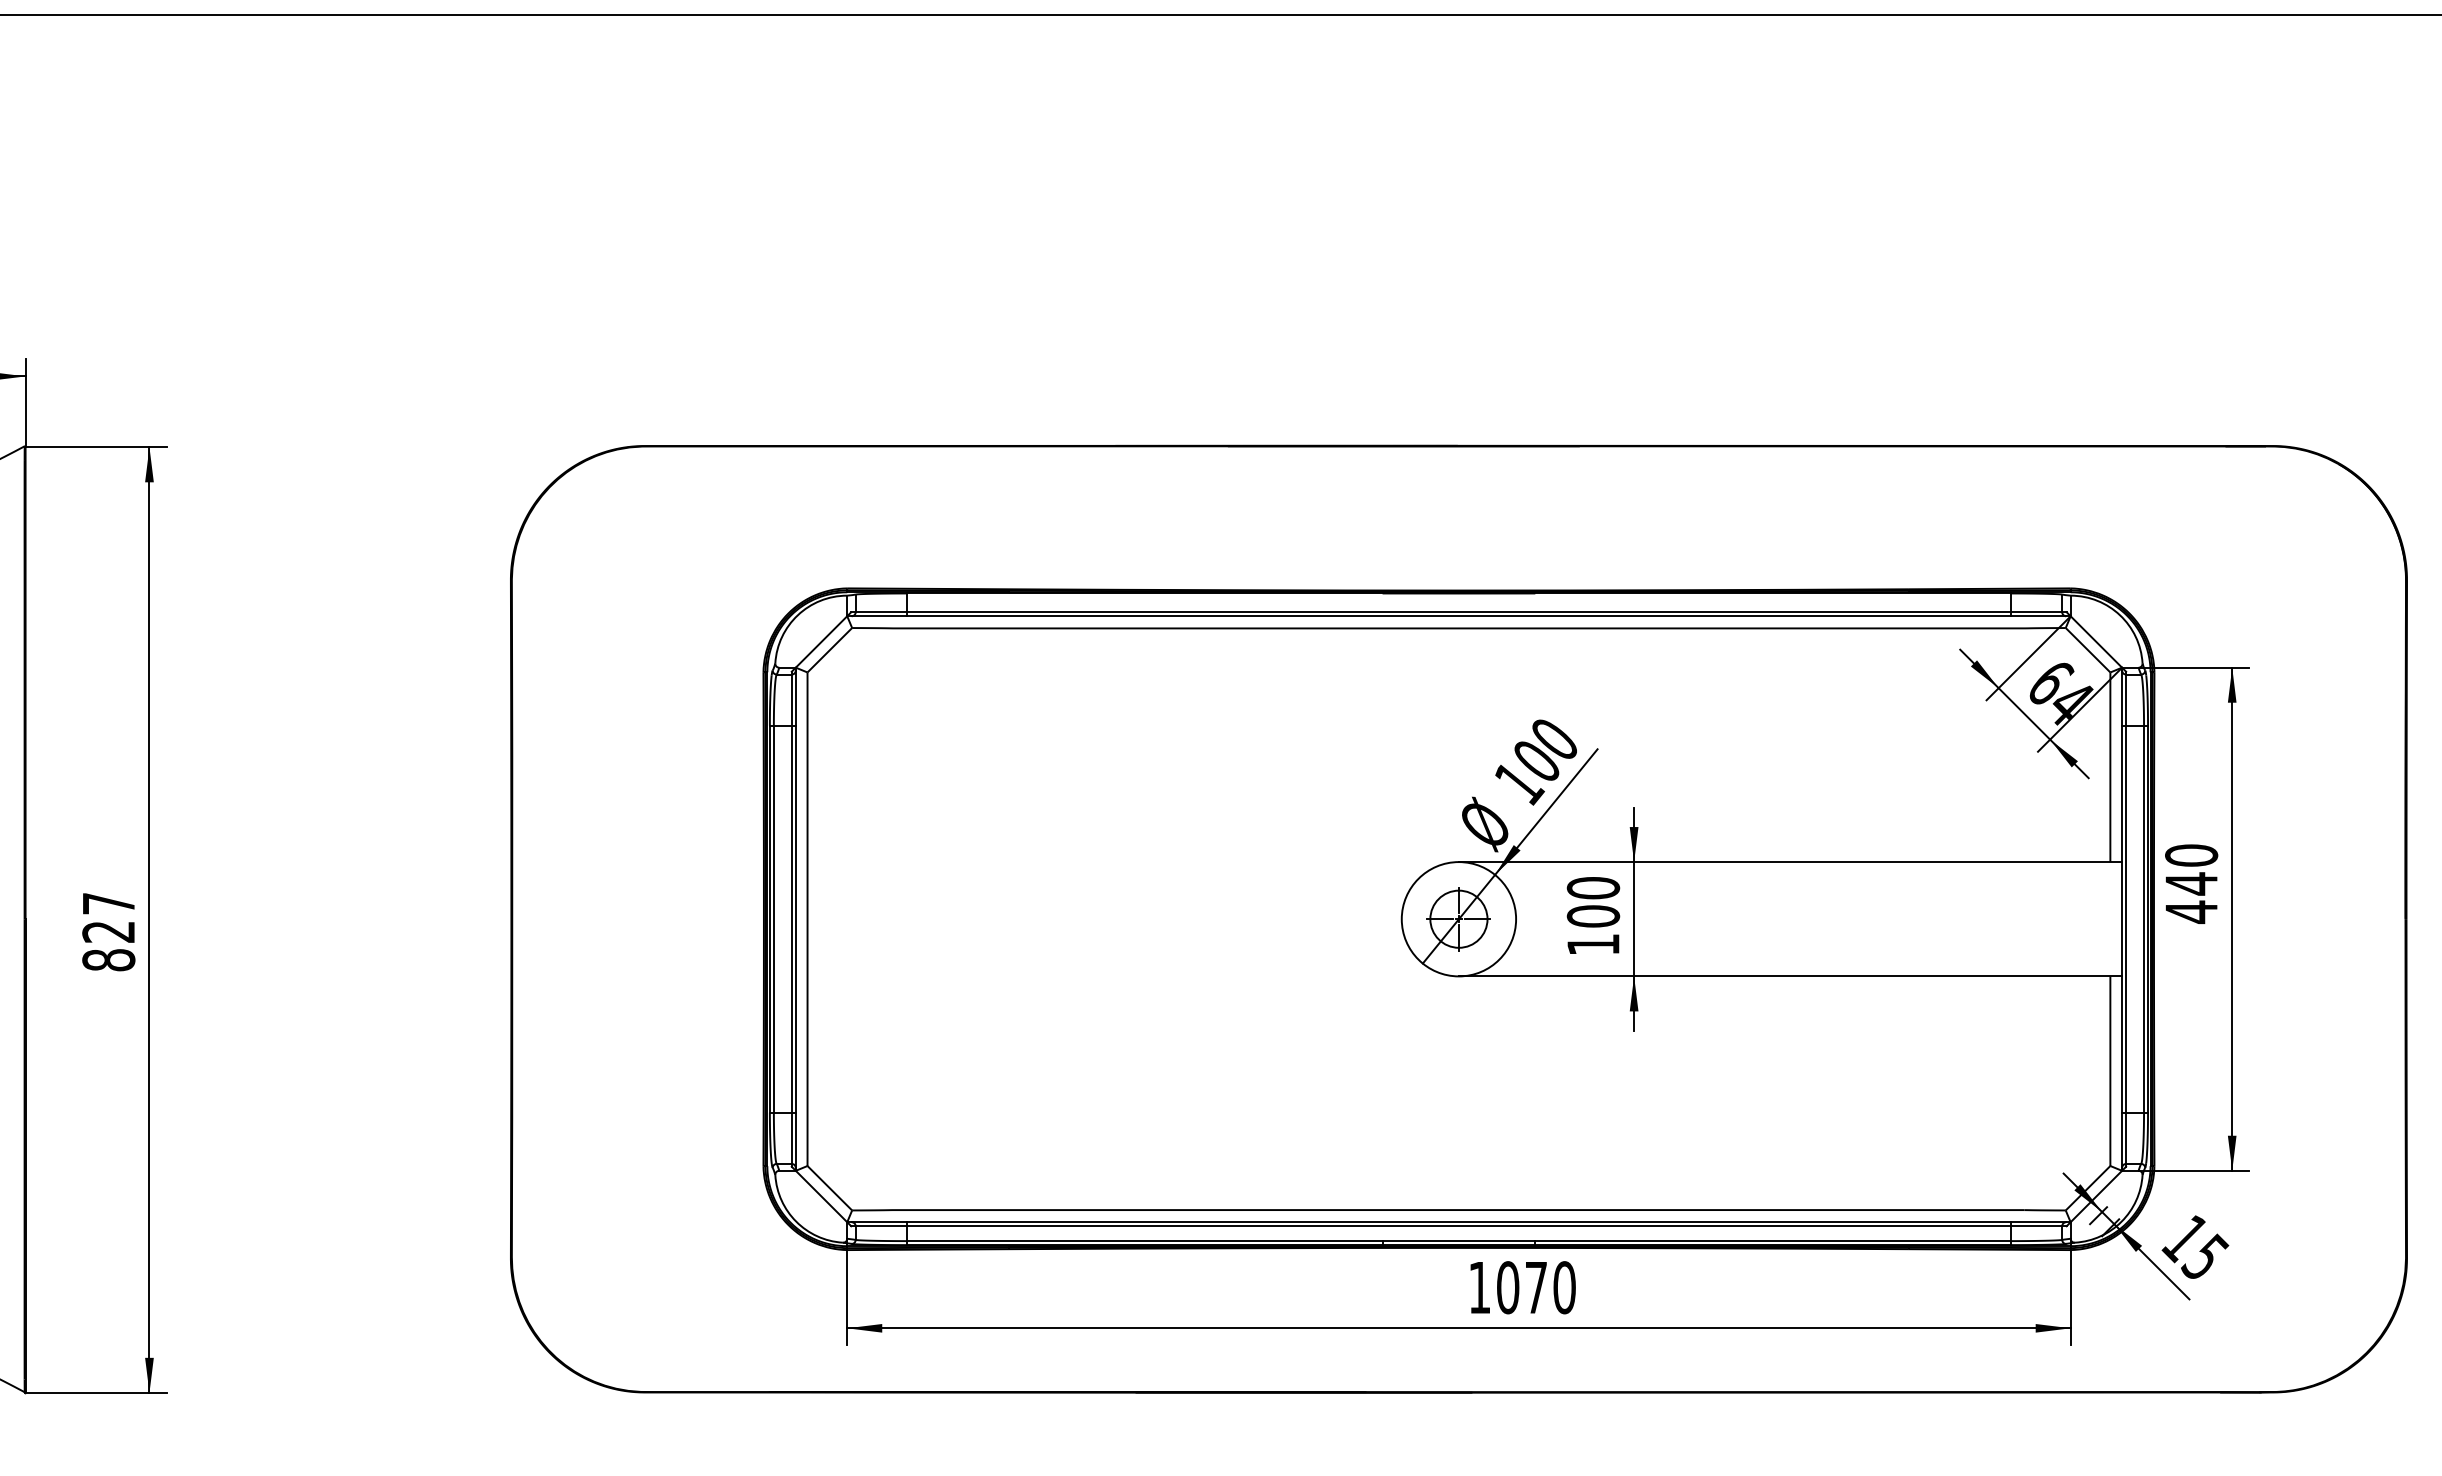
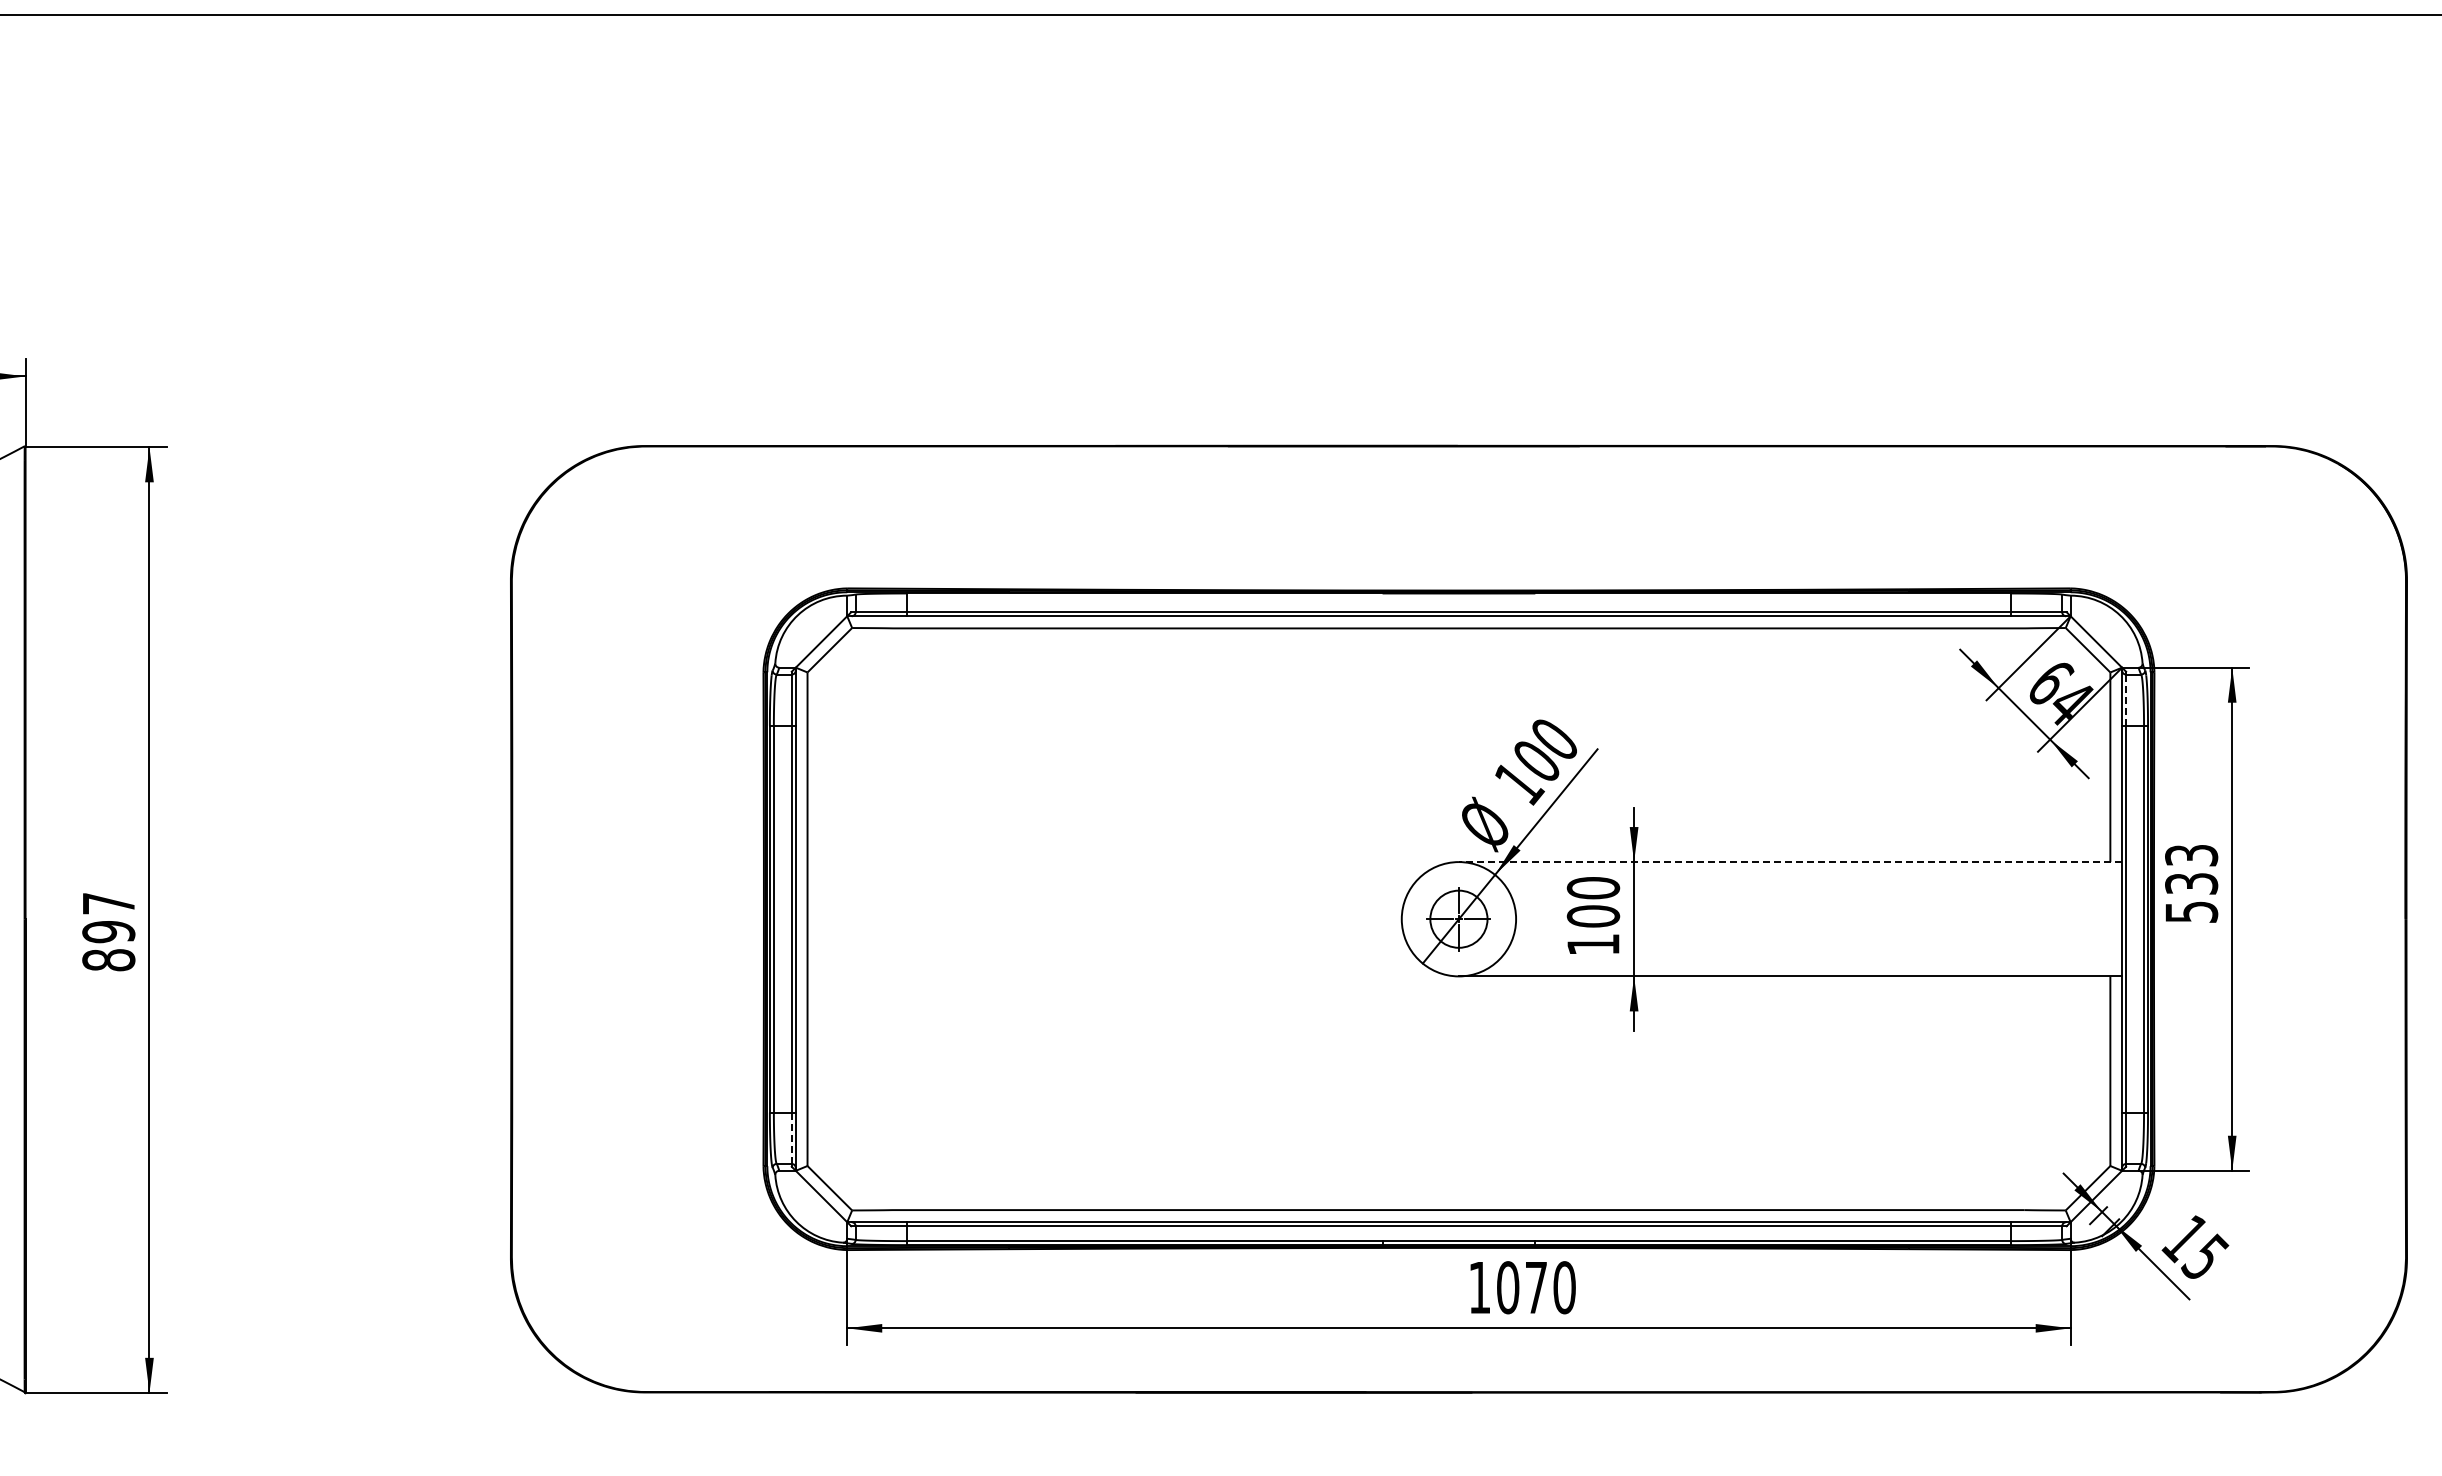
line at (2126, 700): solid -> dashed
line at (1790, 862): solid -> dashed
text at (2191, 884): 440 -> 533
text at (108, 932): 827 -> 897
line at (791, 1138): solid -> dashed
